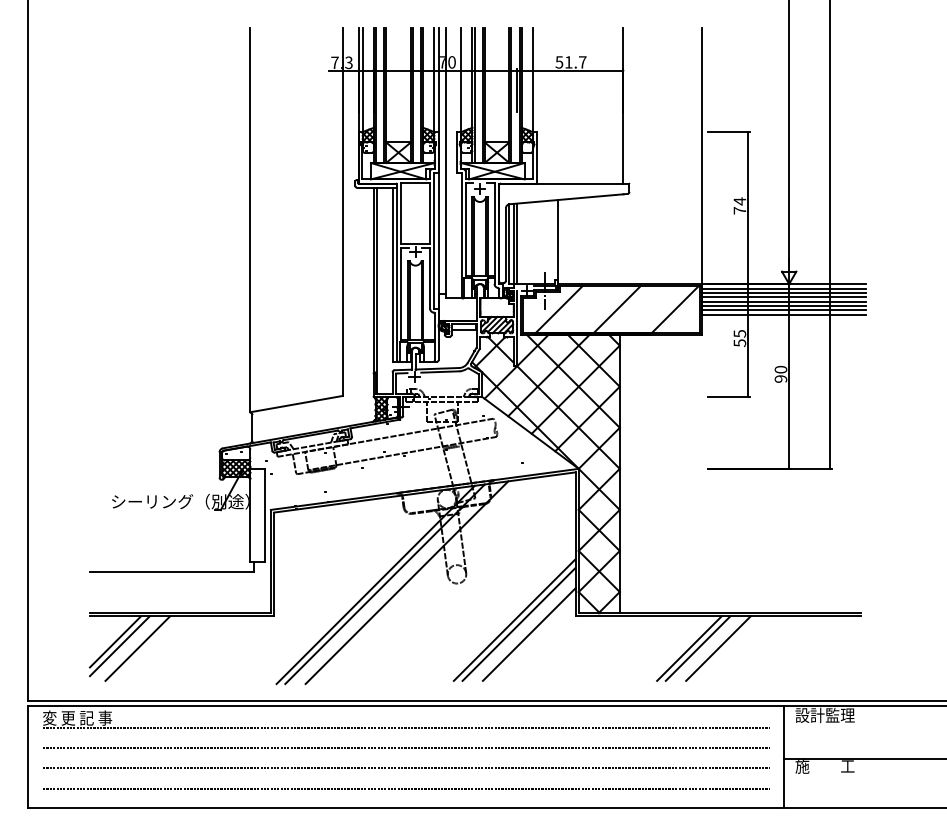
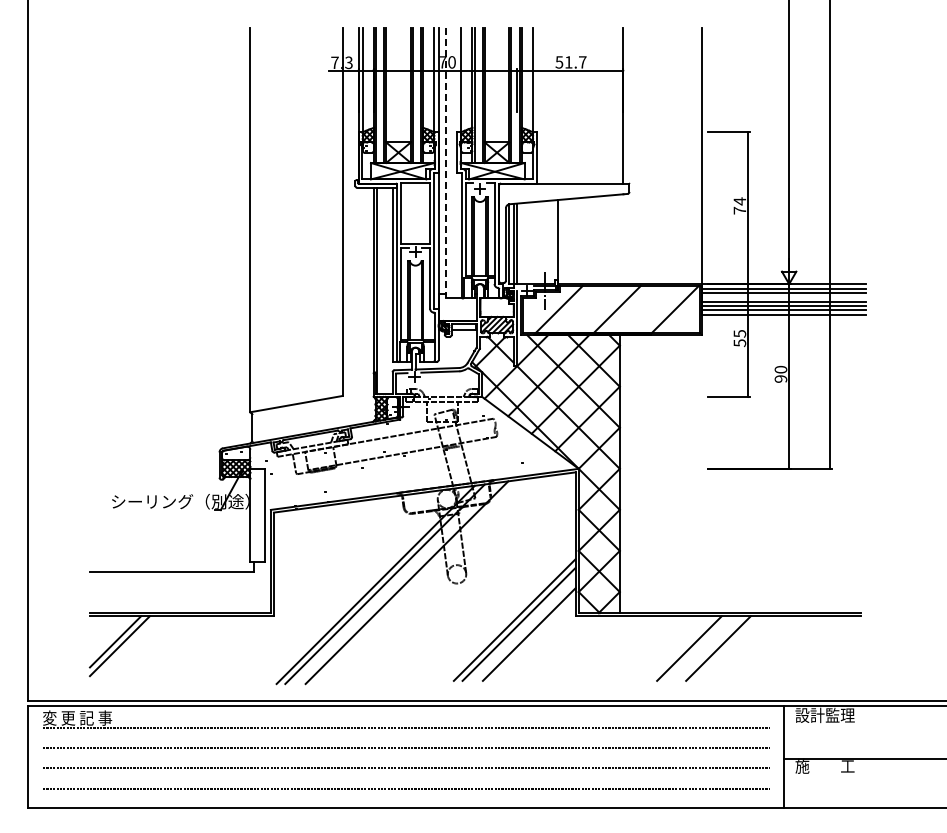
line at (445, 163): solid -> dashed
line at (783, 297): present -> none
line at (137, 648): present -> none
line at (697, 648): present -> none
